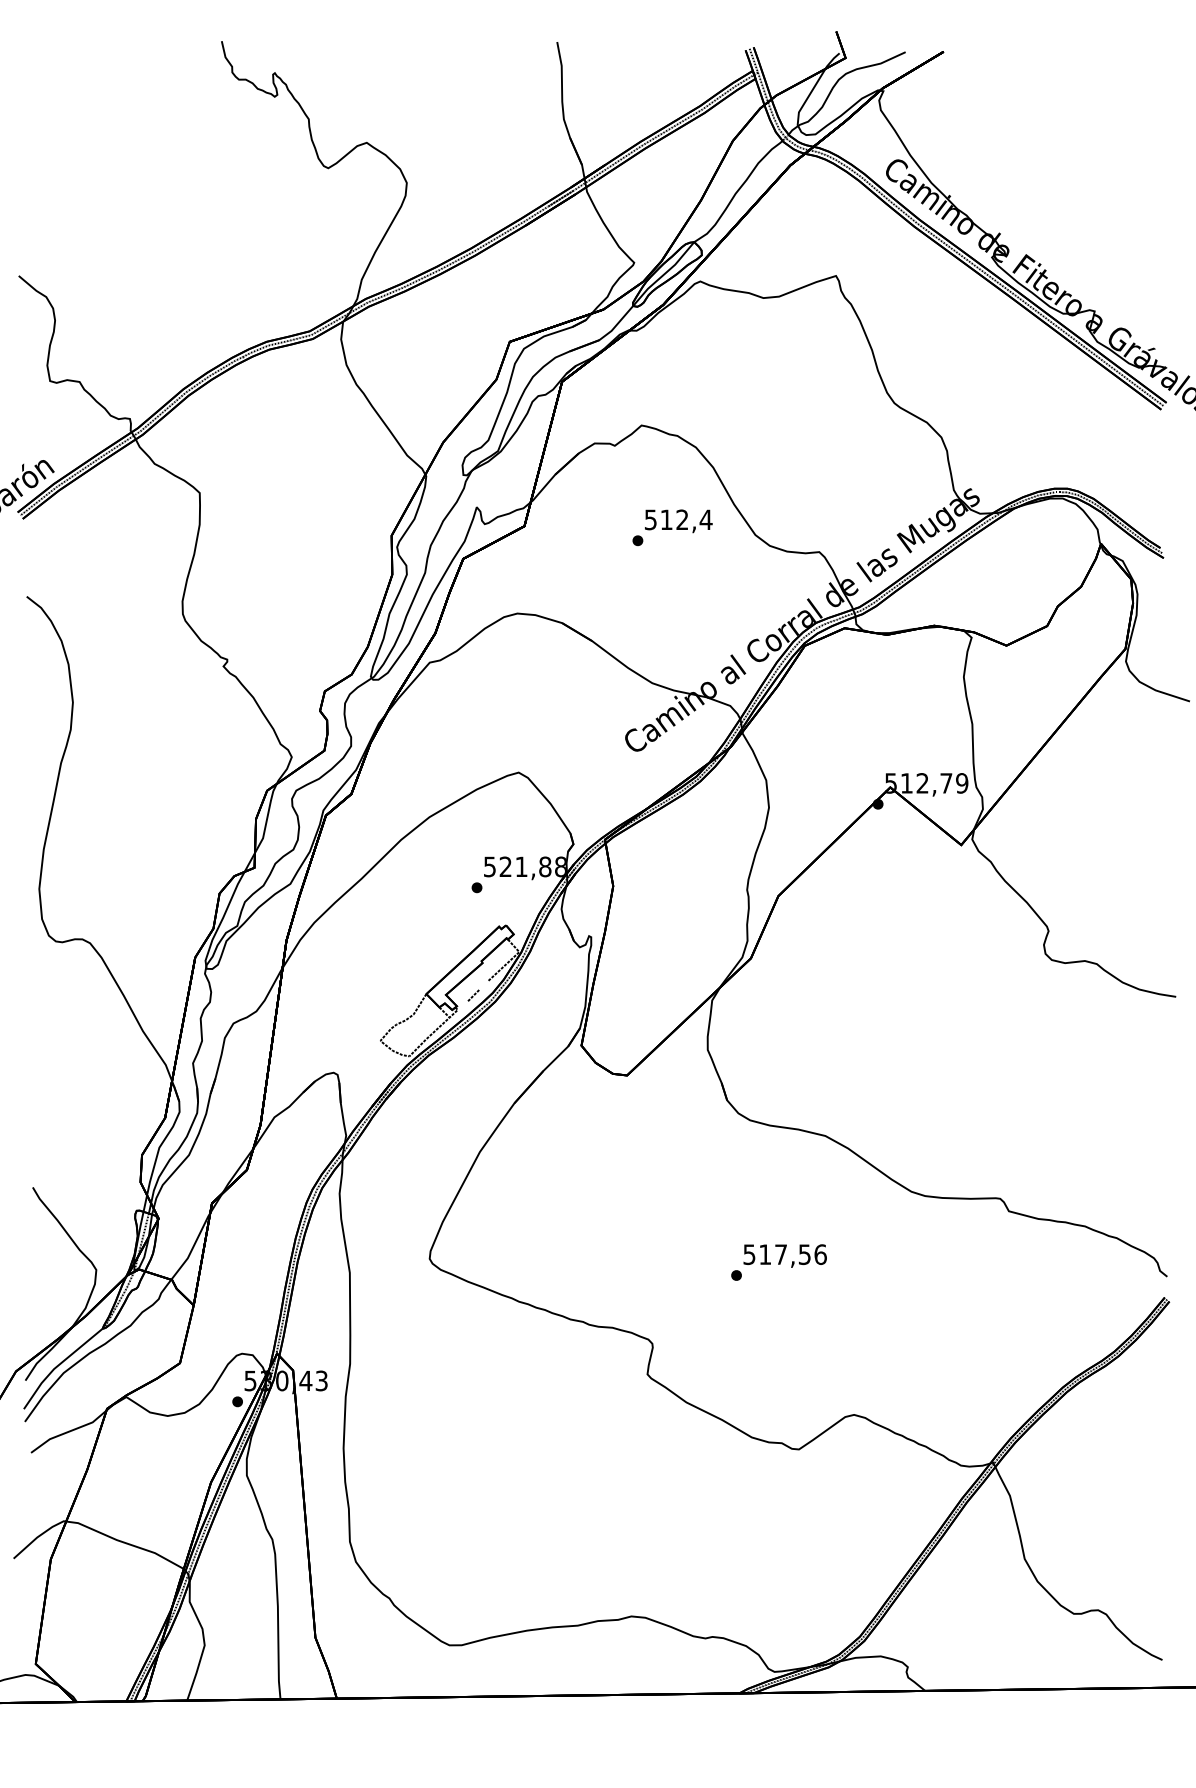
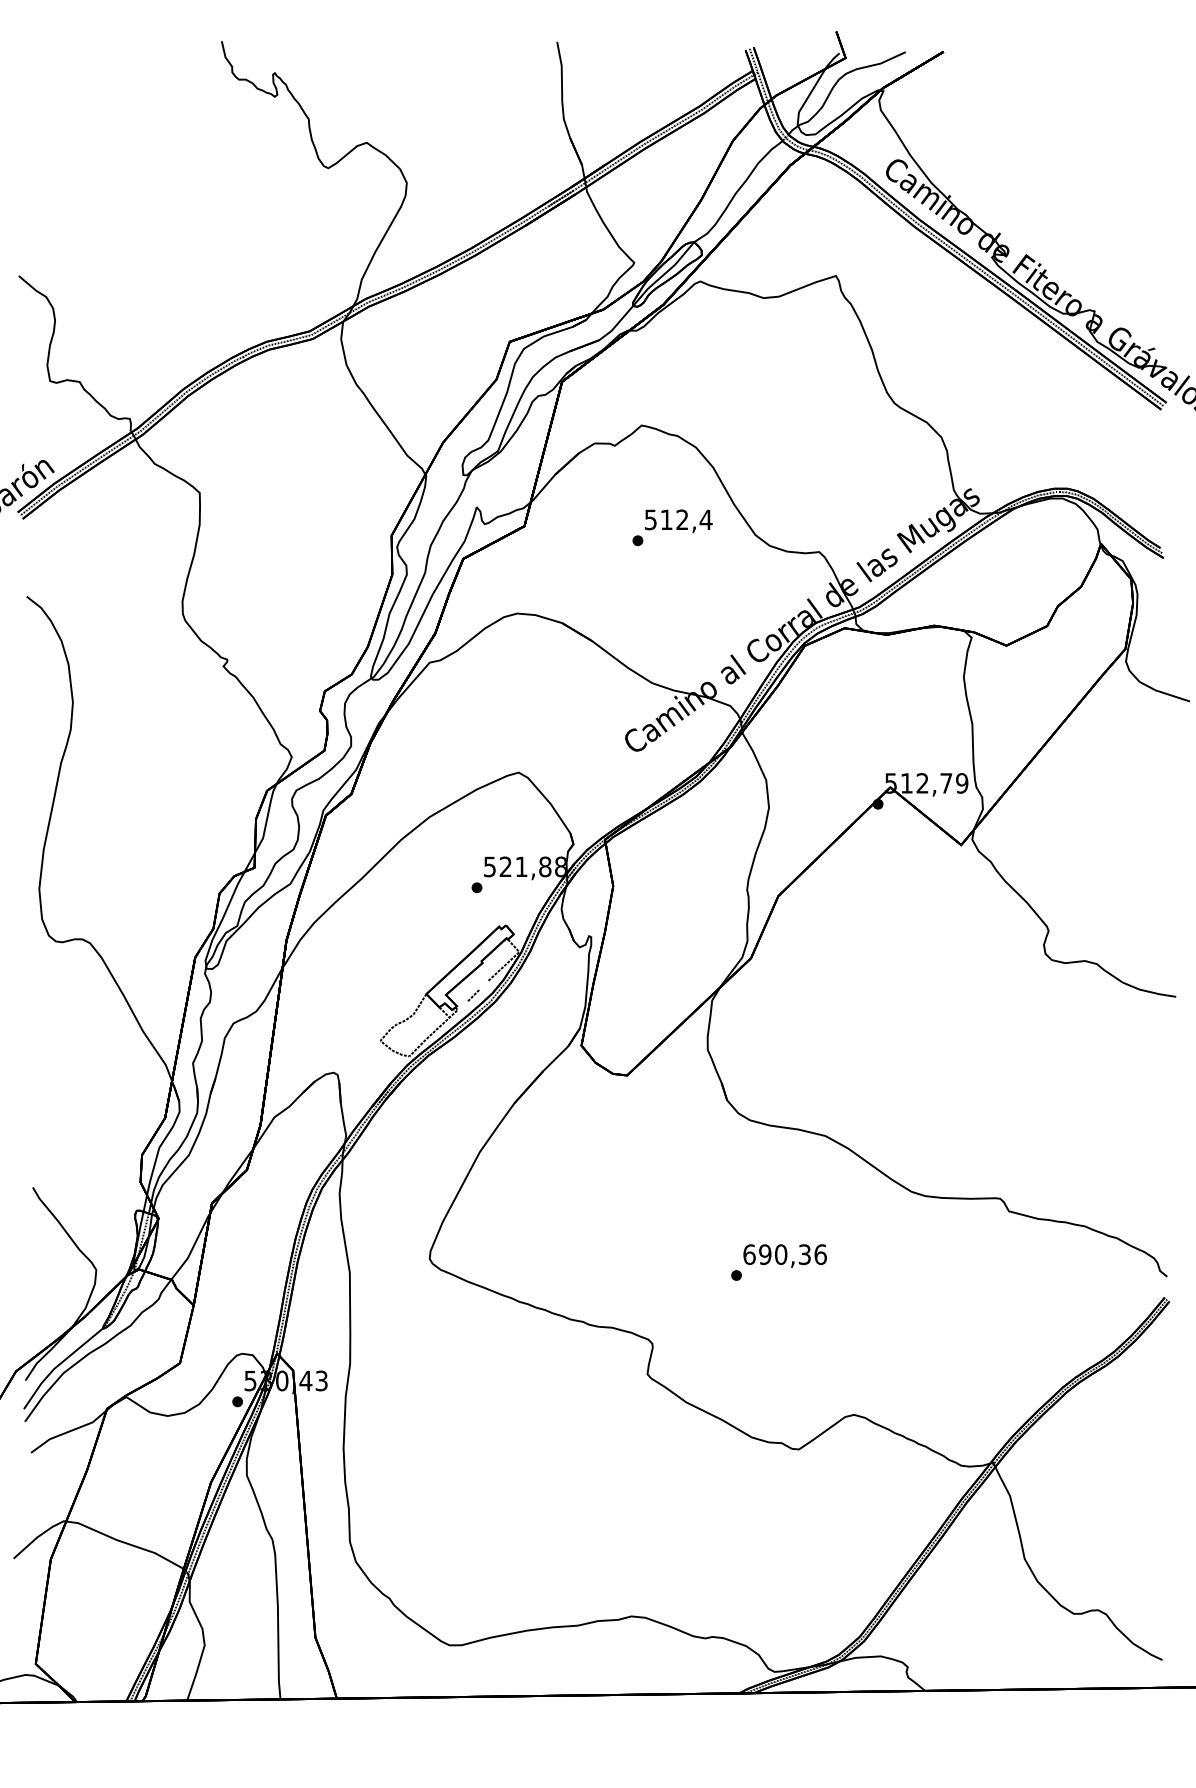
text at (776, 1254): 517,56 -> 690,36
